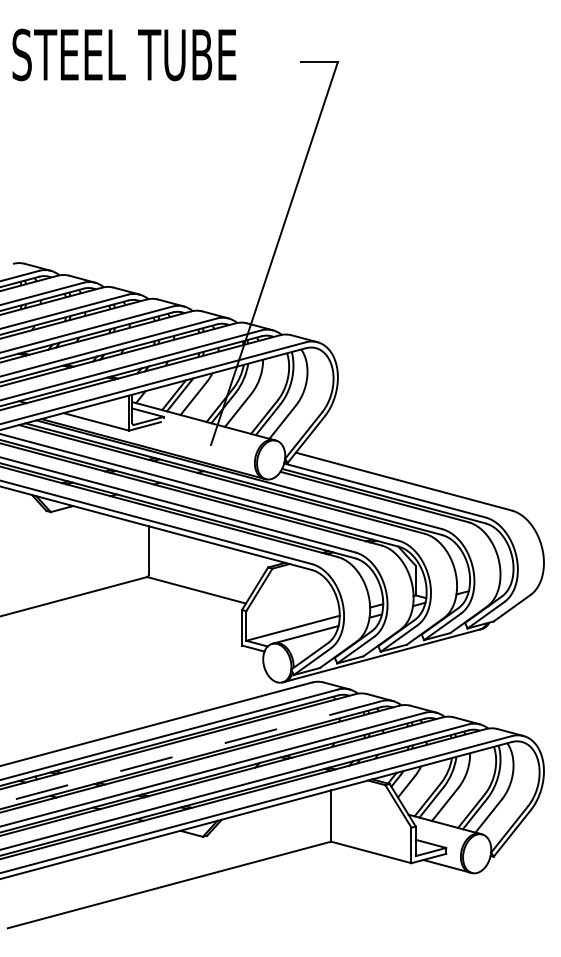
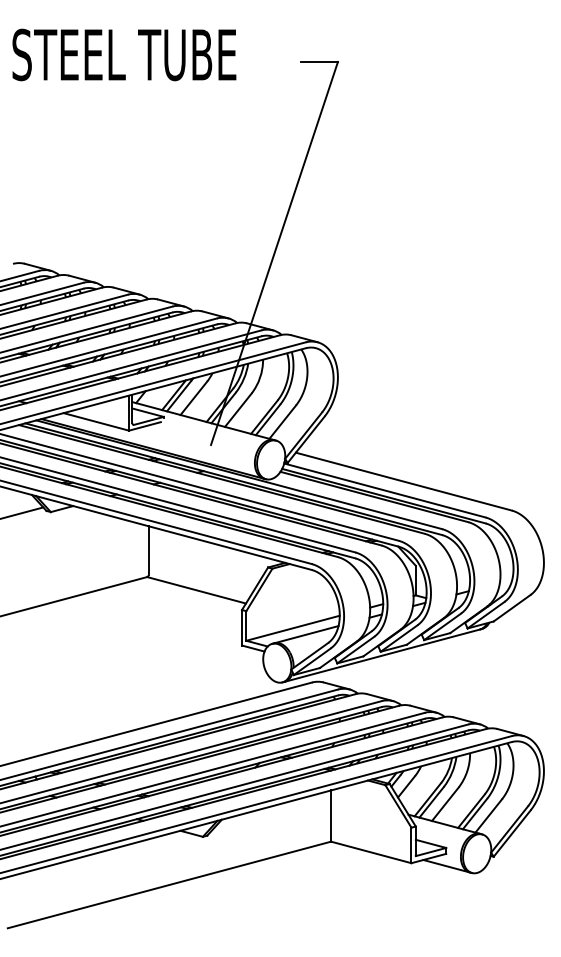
line at (22, 512): none -> present
line at (190, 752): dashed -> solid
